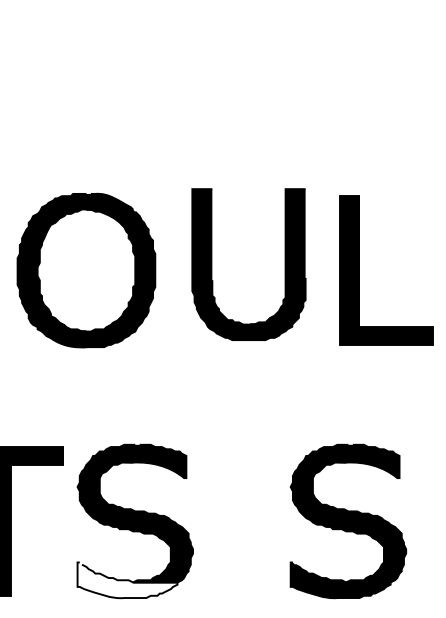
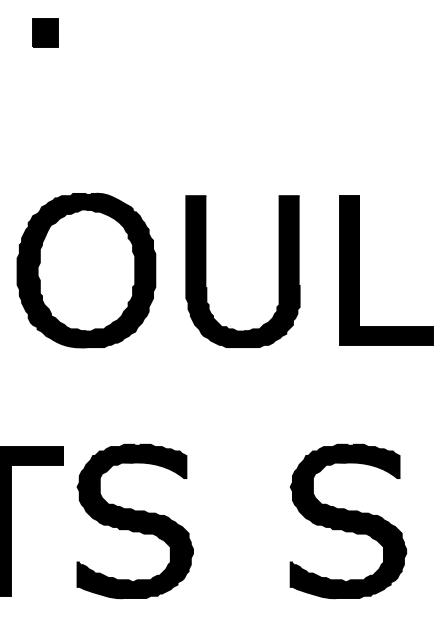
part at (45, 32): none -> present
part at (212, 264) position: (212, 264) -> (206, 271)
fill at (127, 580): none -> present
